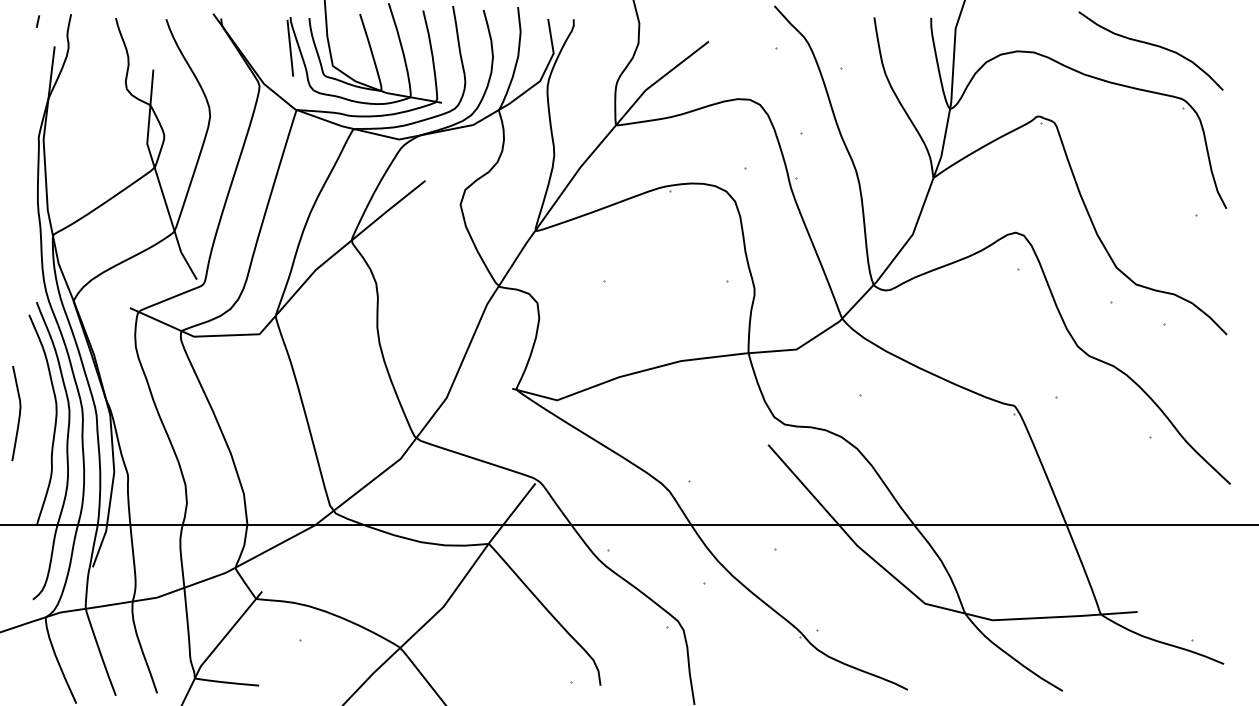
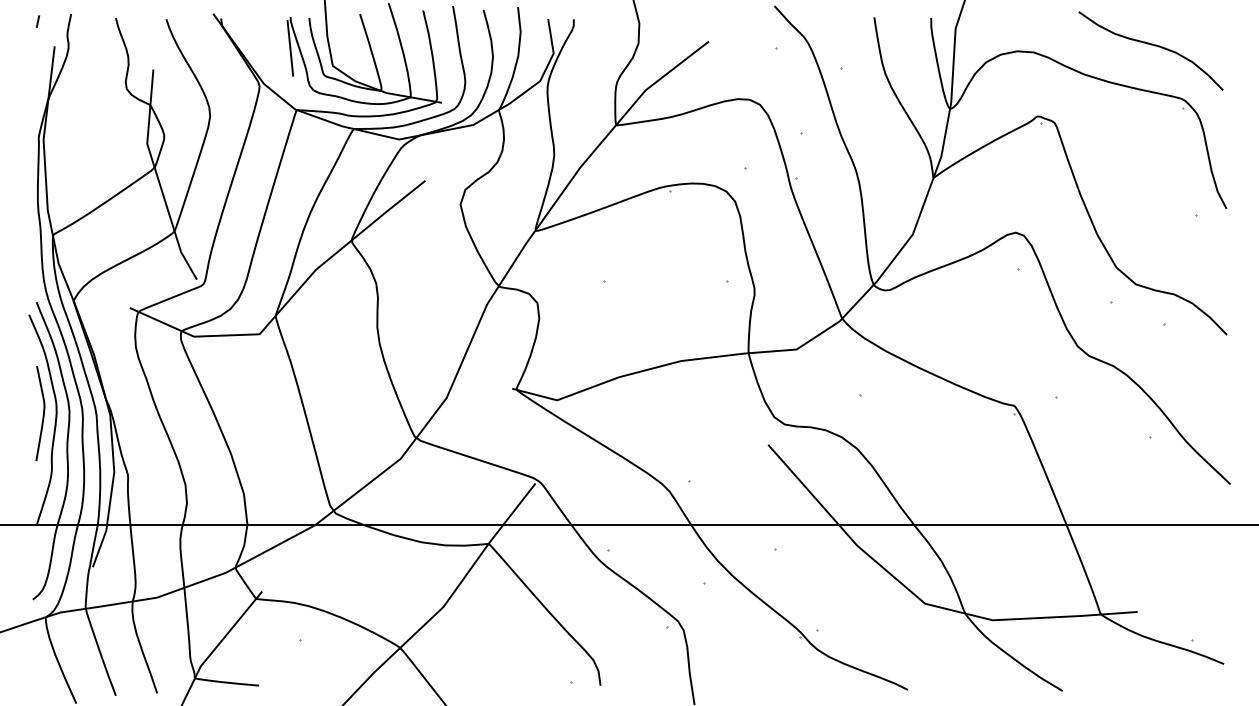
curve at (18, 415) position: (18, 415) -> (42, 415)
